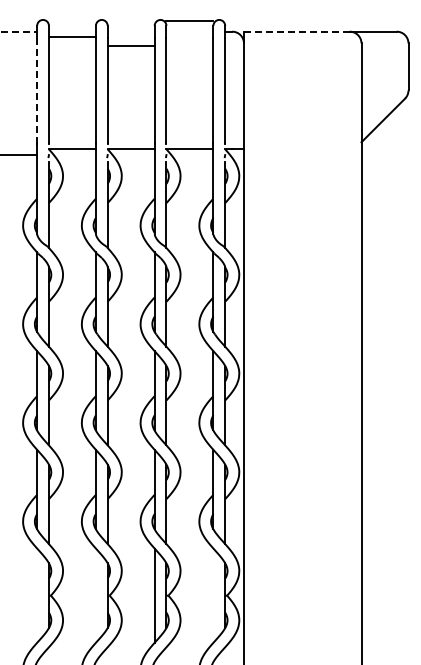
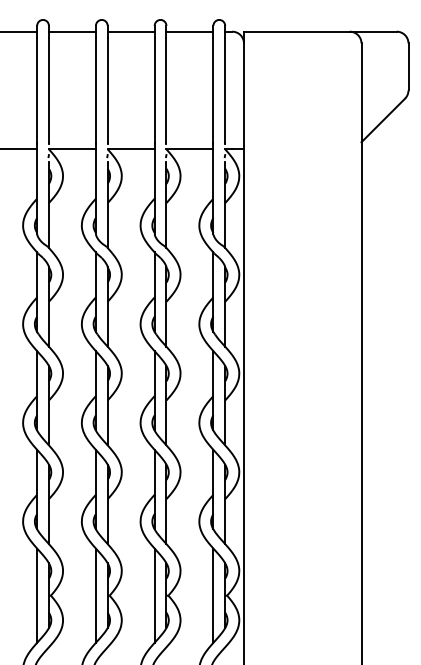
line at (189, 20) position: (189, 20) -> (189, 31)
line at (19, 31): dashed -> solid
line at (296, 31): dashed -> solid
line at (71, 36) position: (71, 36) -> (71, 31)
line at (130, 45) position: (130, 45) -> (130, 31)
line at (37, 90): dashed -> solid
line at (19, 155) position: (19, 155) -> (19, 149)
line at (37, 595): none -> present
line at (95, 595): none -> present
line at (213, 595): none -> present
